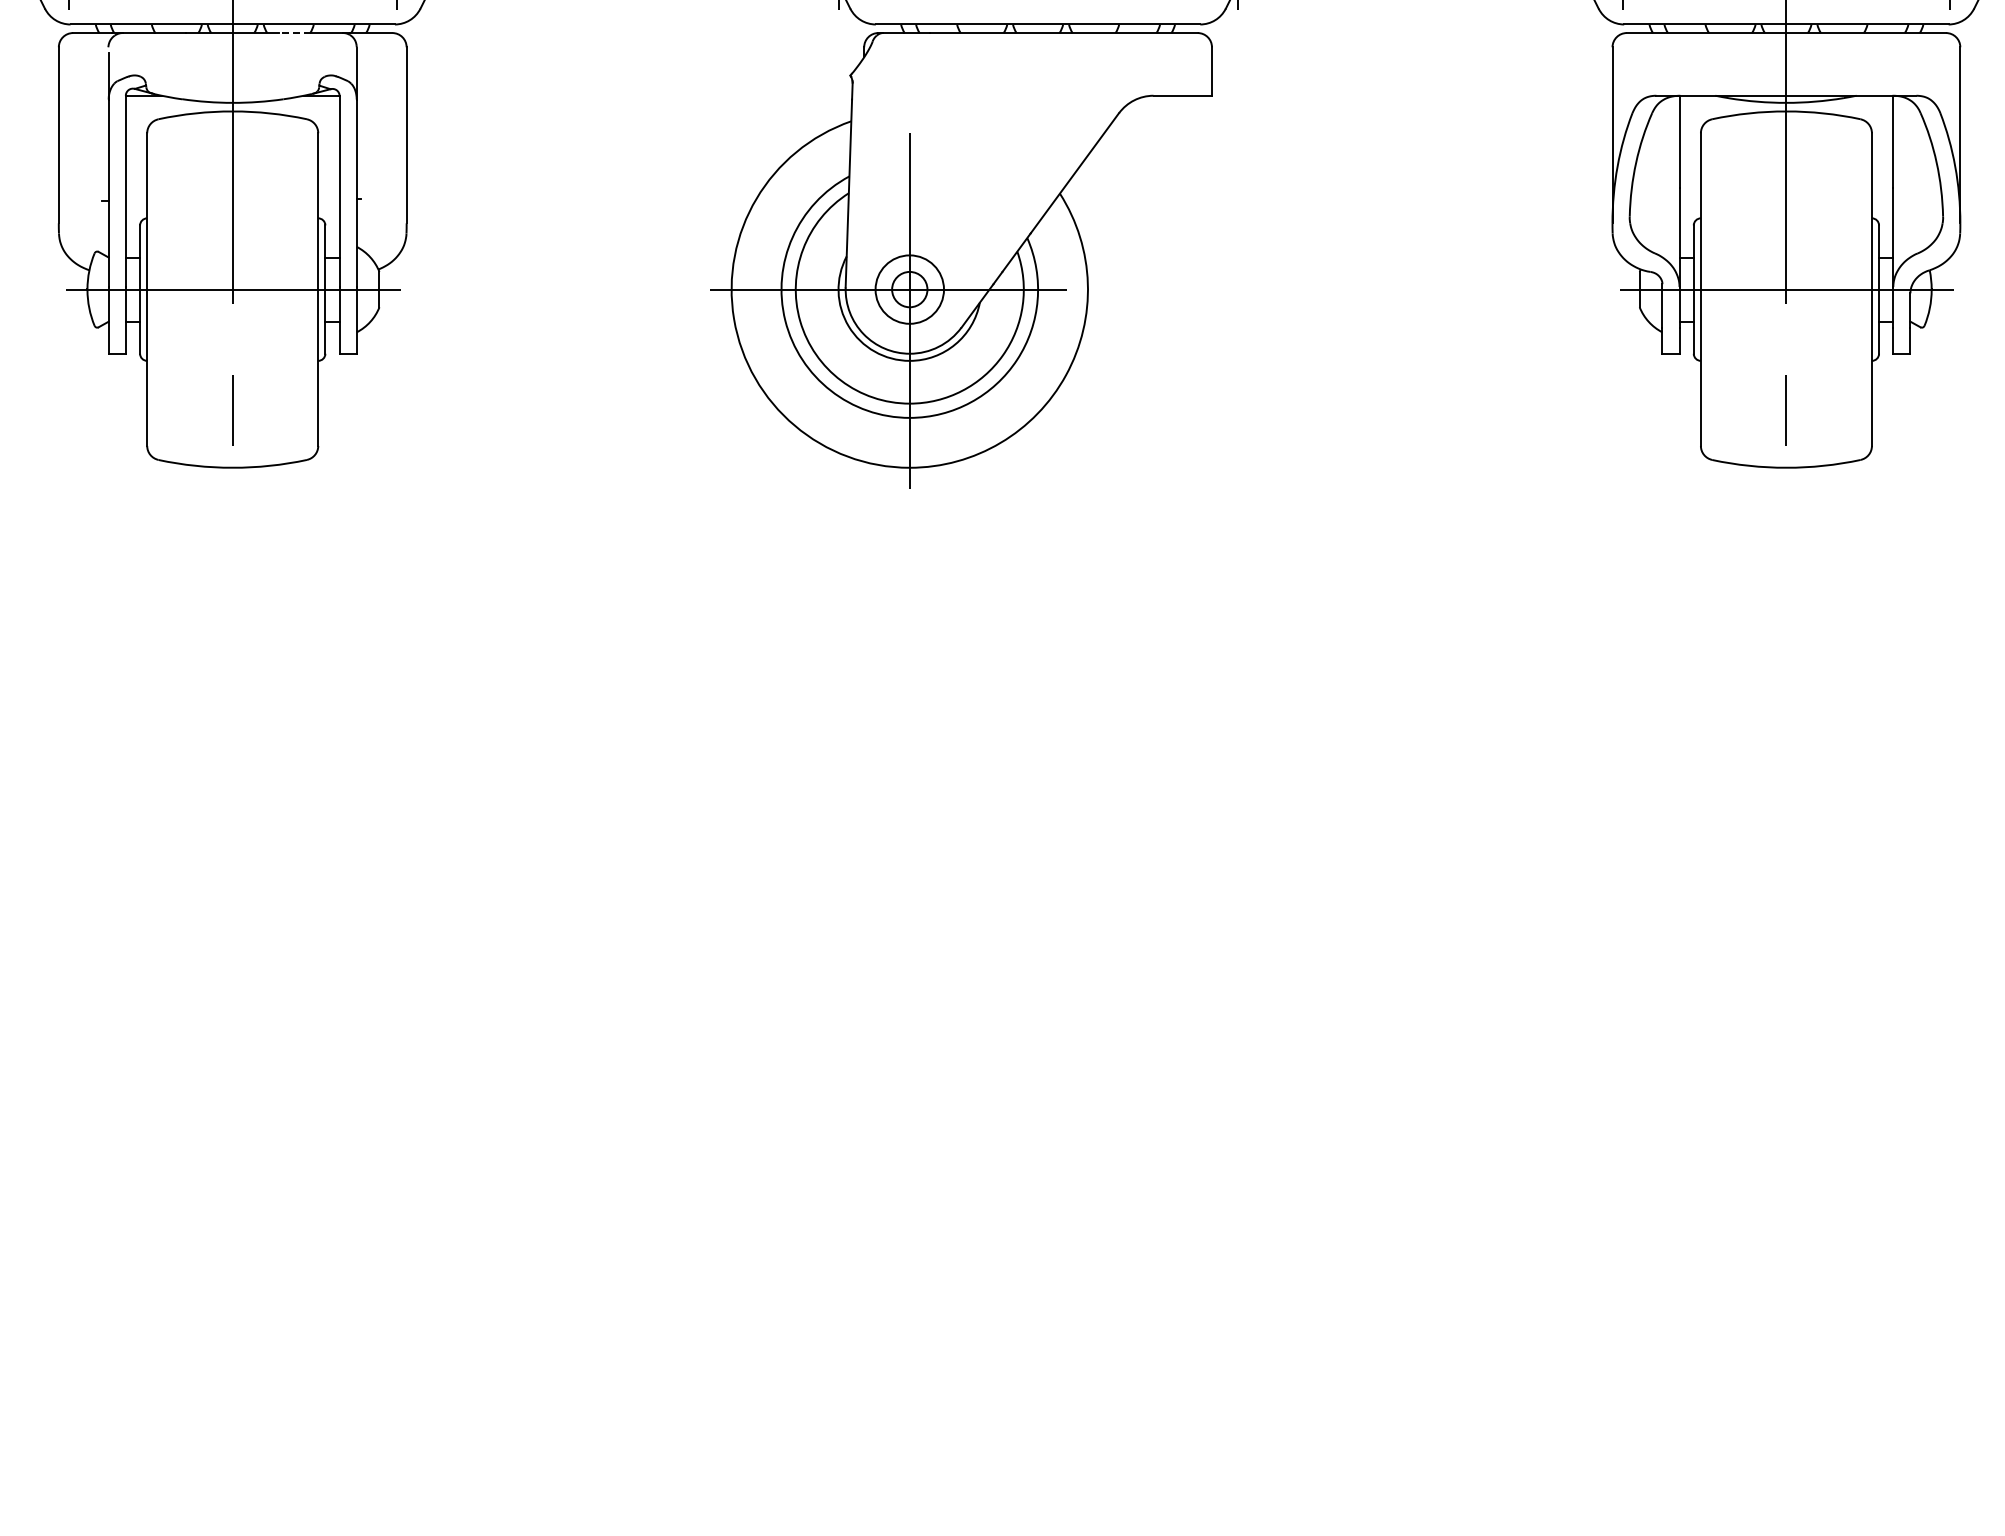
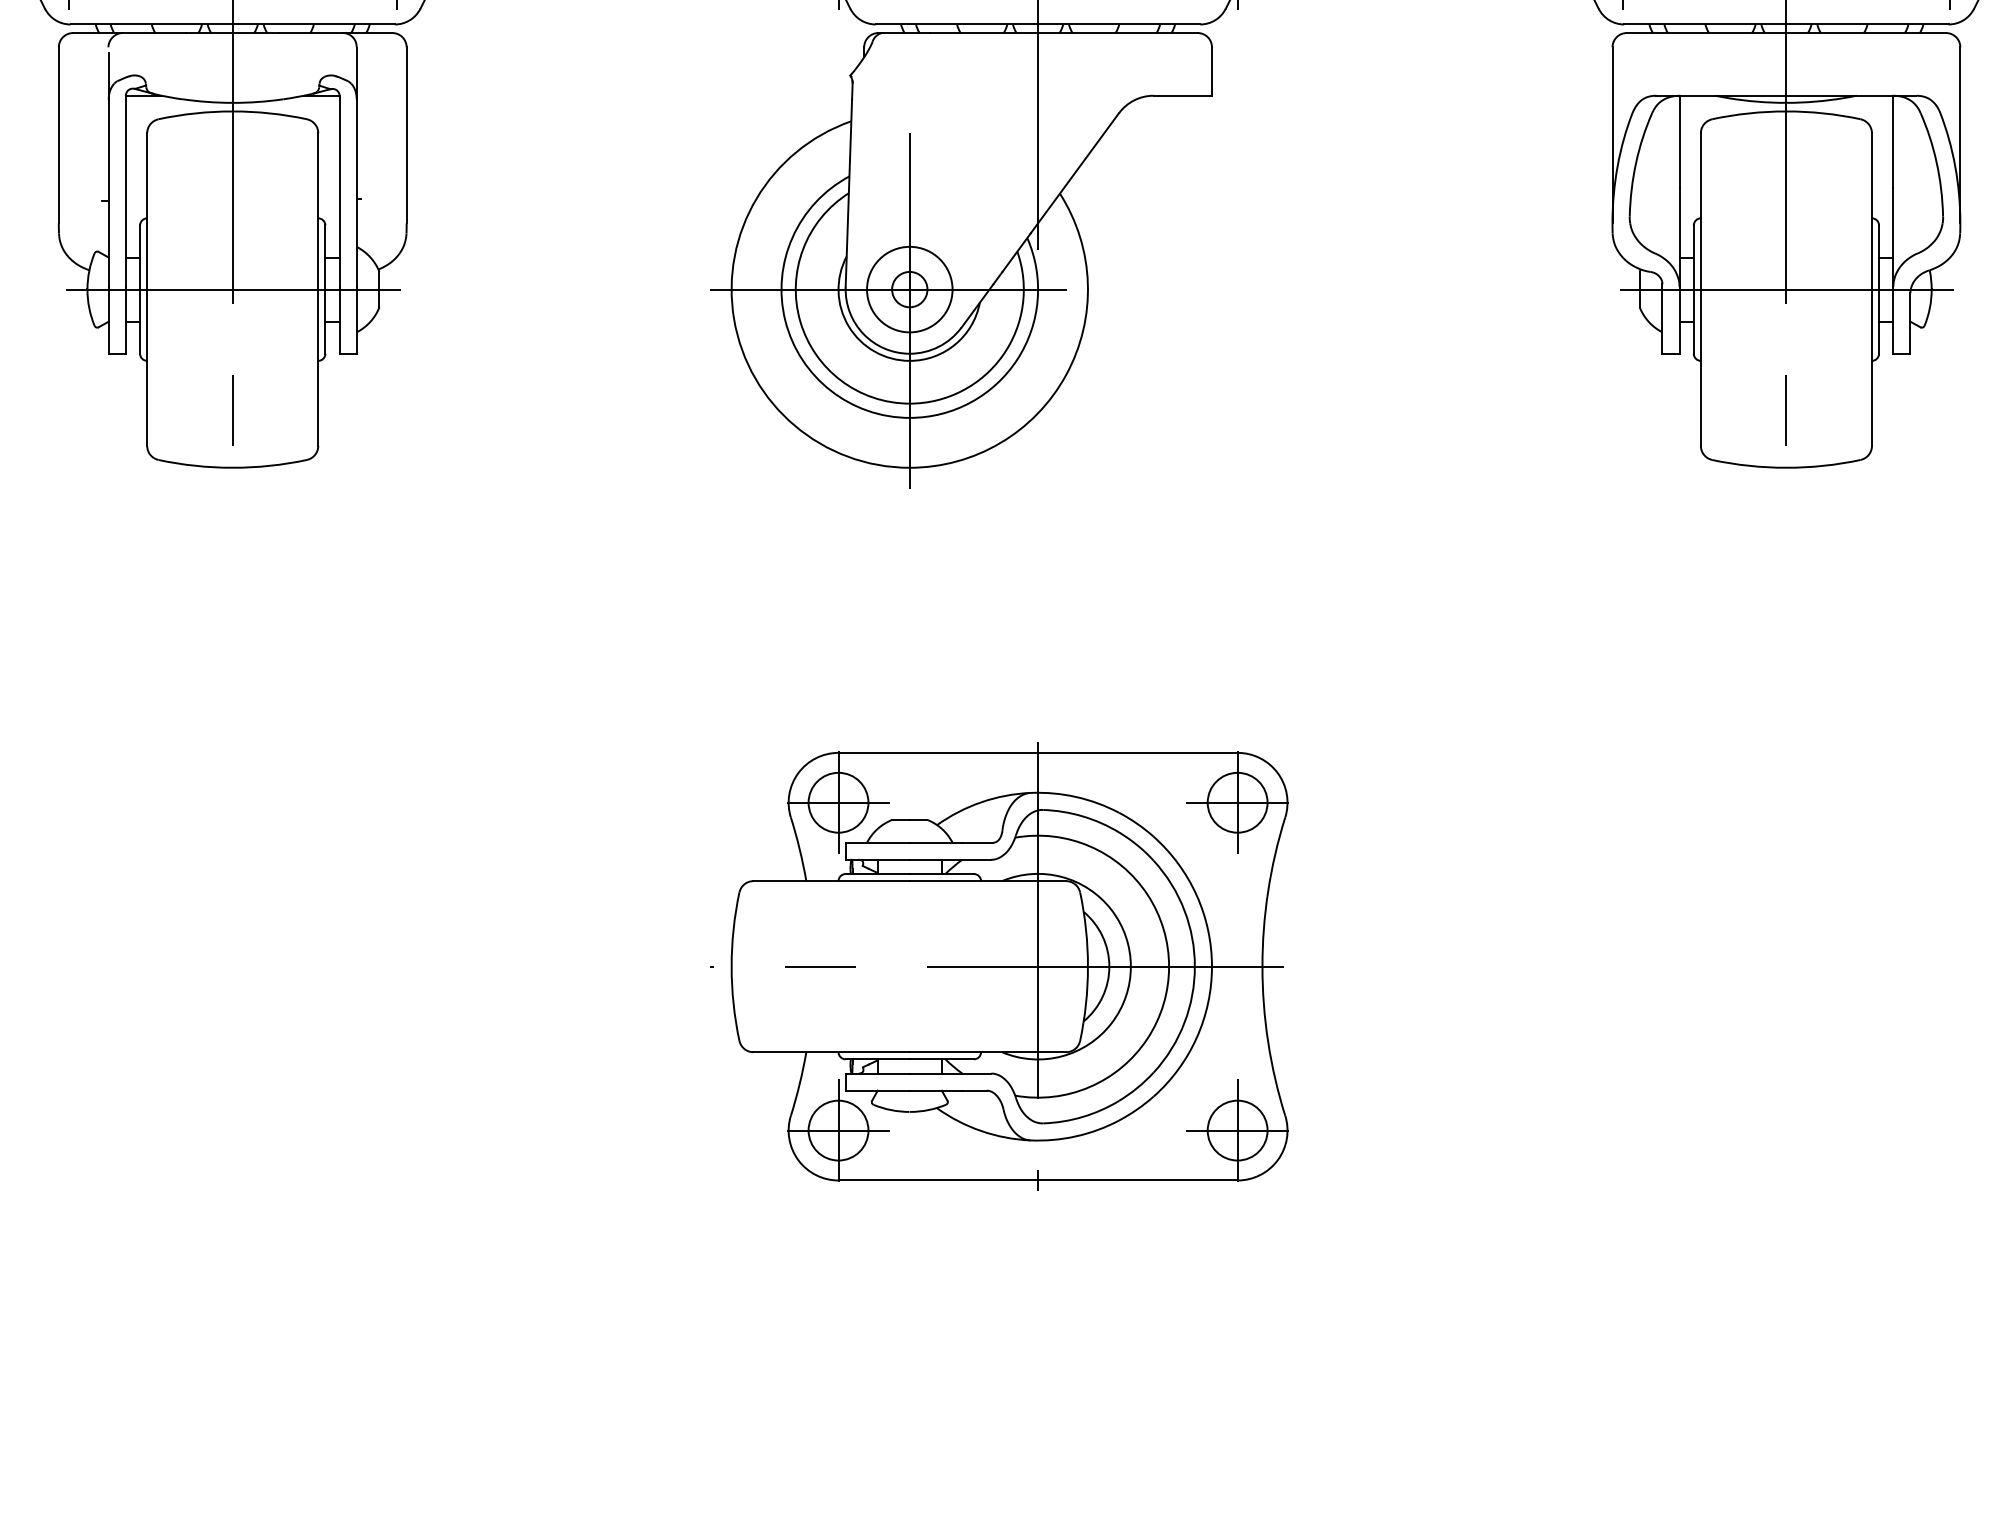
line at (295, 33): dashed -> solid
line at (1038, 125): none -> present
circle at (909, 289) diameter: 68 px -> 86 px
part at (999, 966): none -> present
